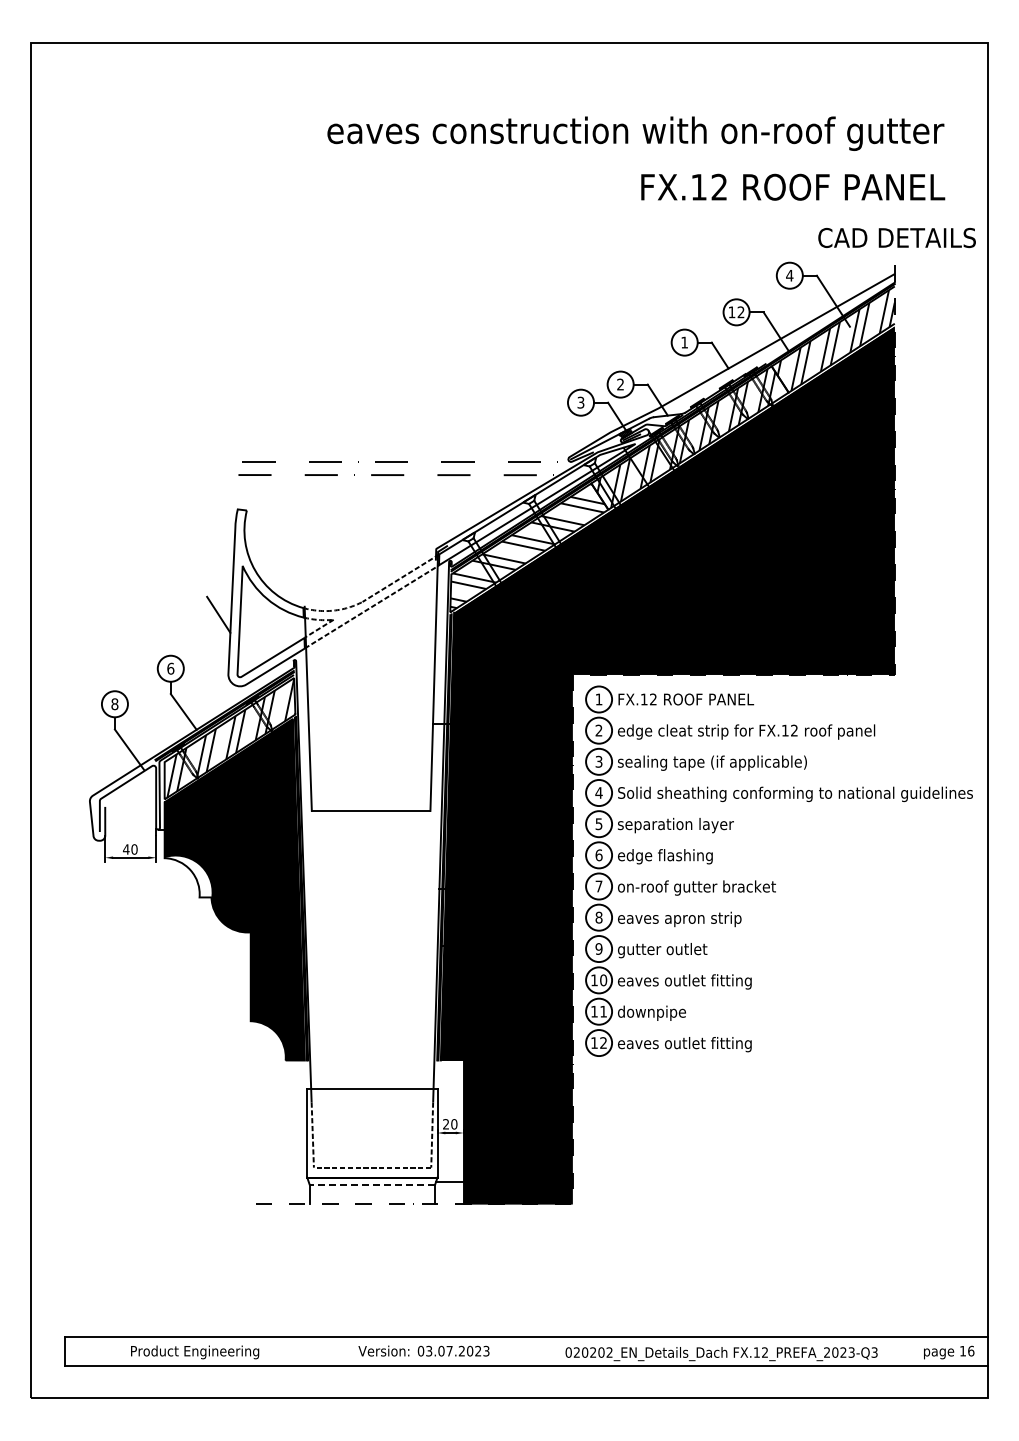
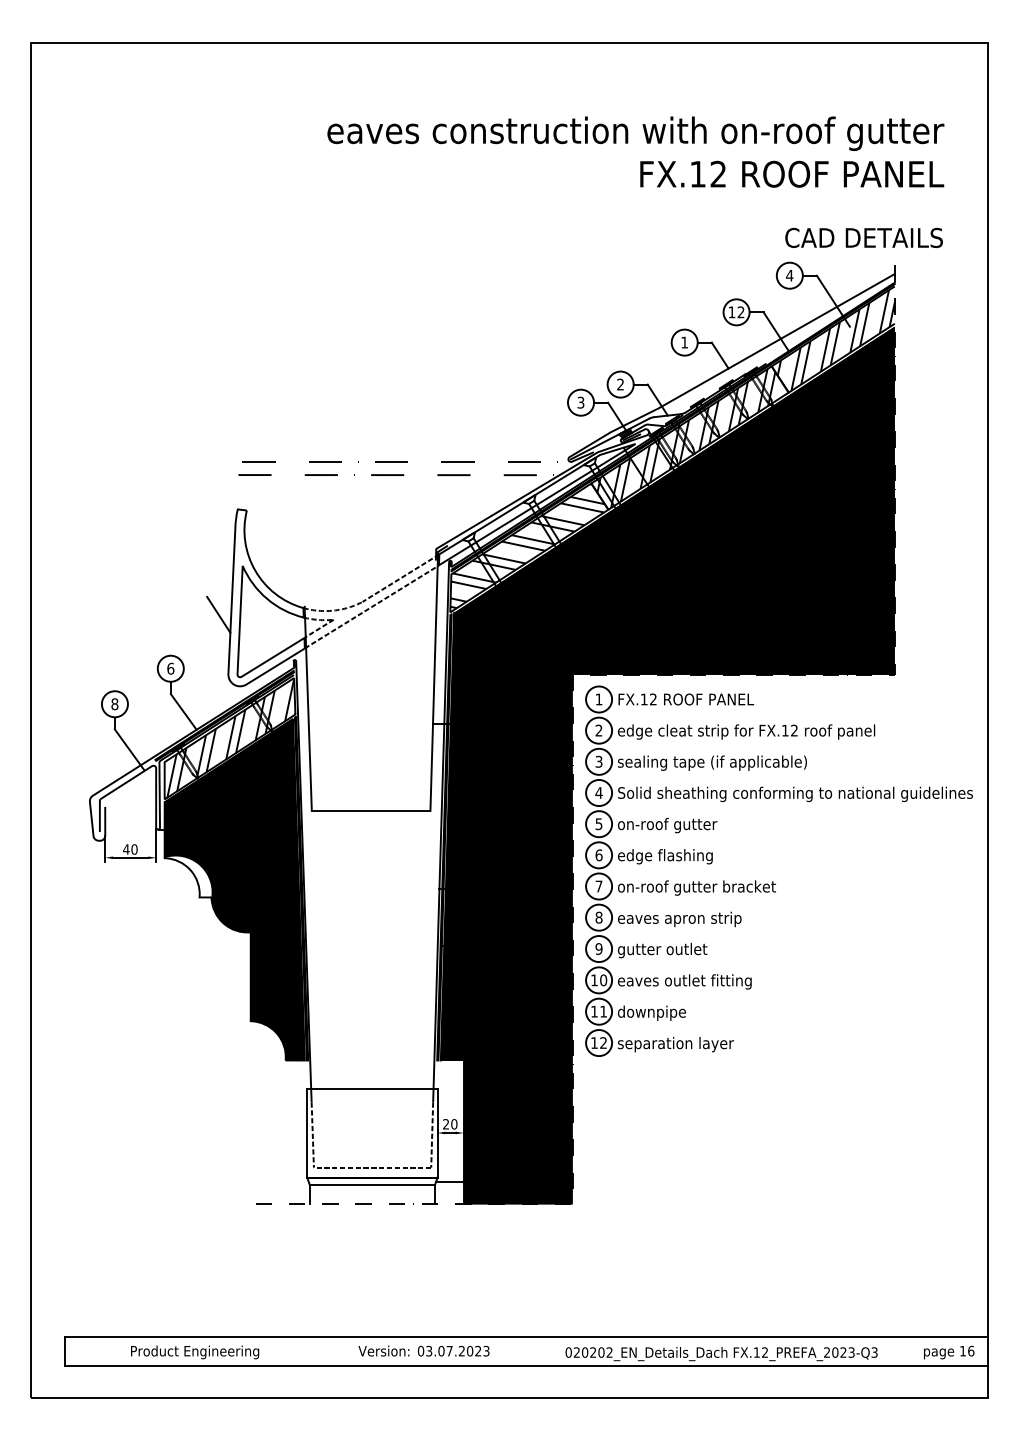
text at (793, 186) position: (793, 186) -> (792, 173)
text at (896, 237) position: (896, 237) -> (863, 237)
text at (675, 825): separation layer -> on-roof gutter
text at (684, 1044): eaves outlet fitting -> separation layer
line at (372, 1184): dashed -> solid
